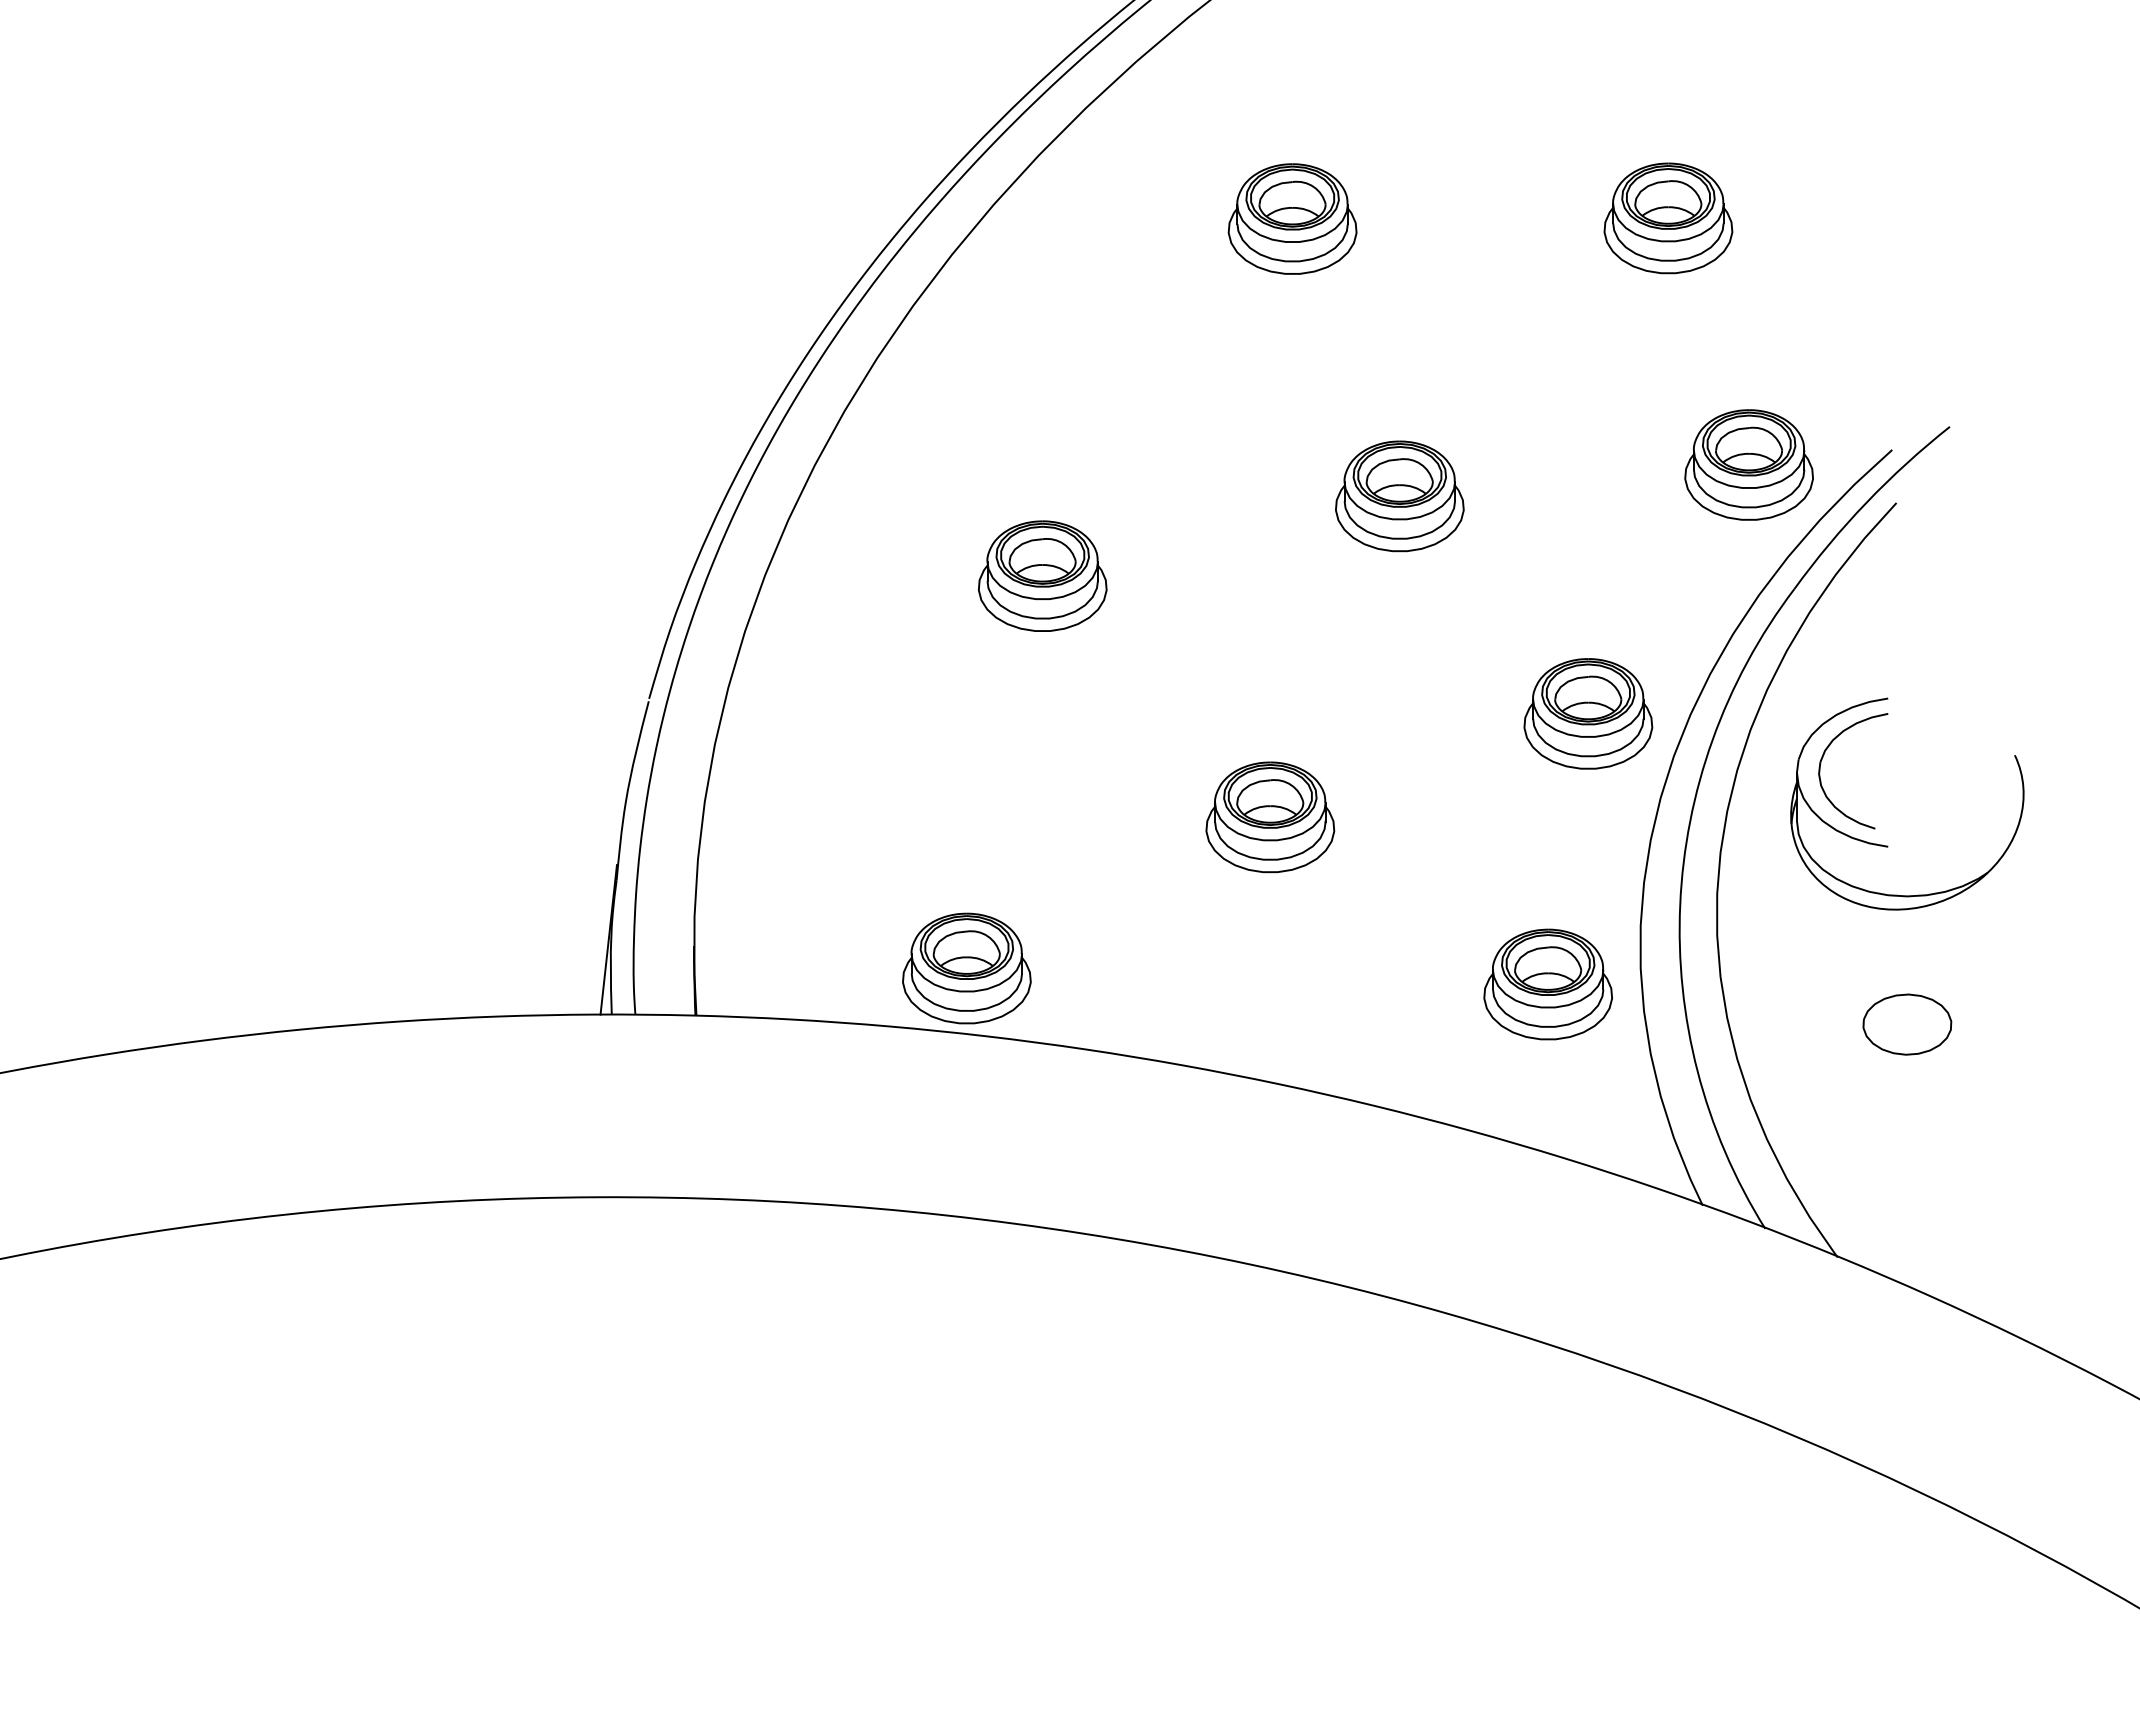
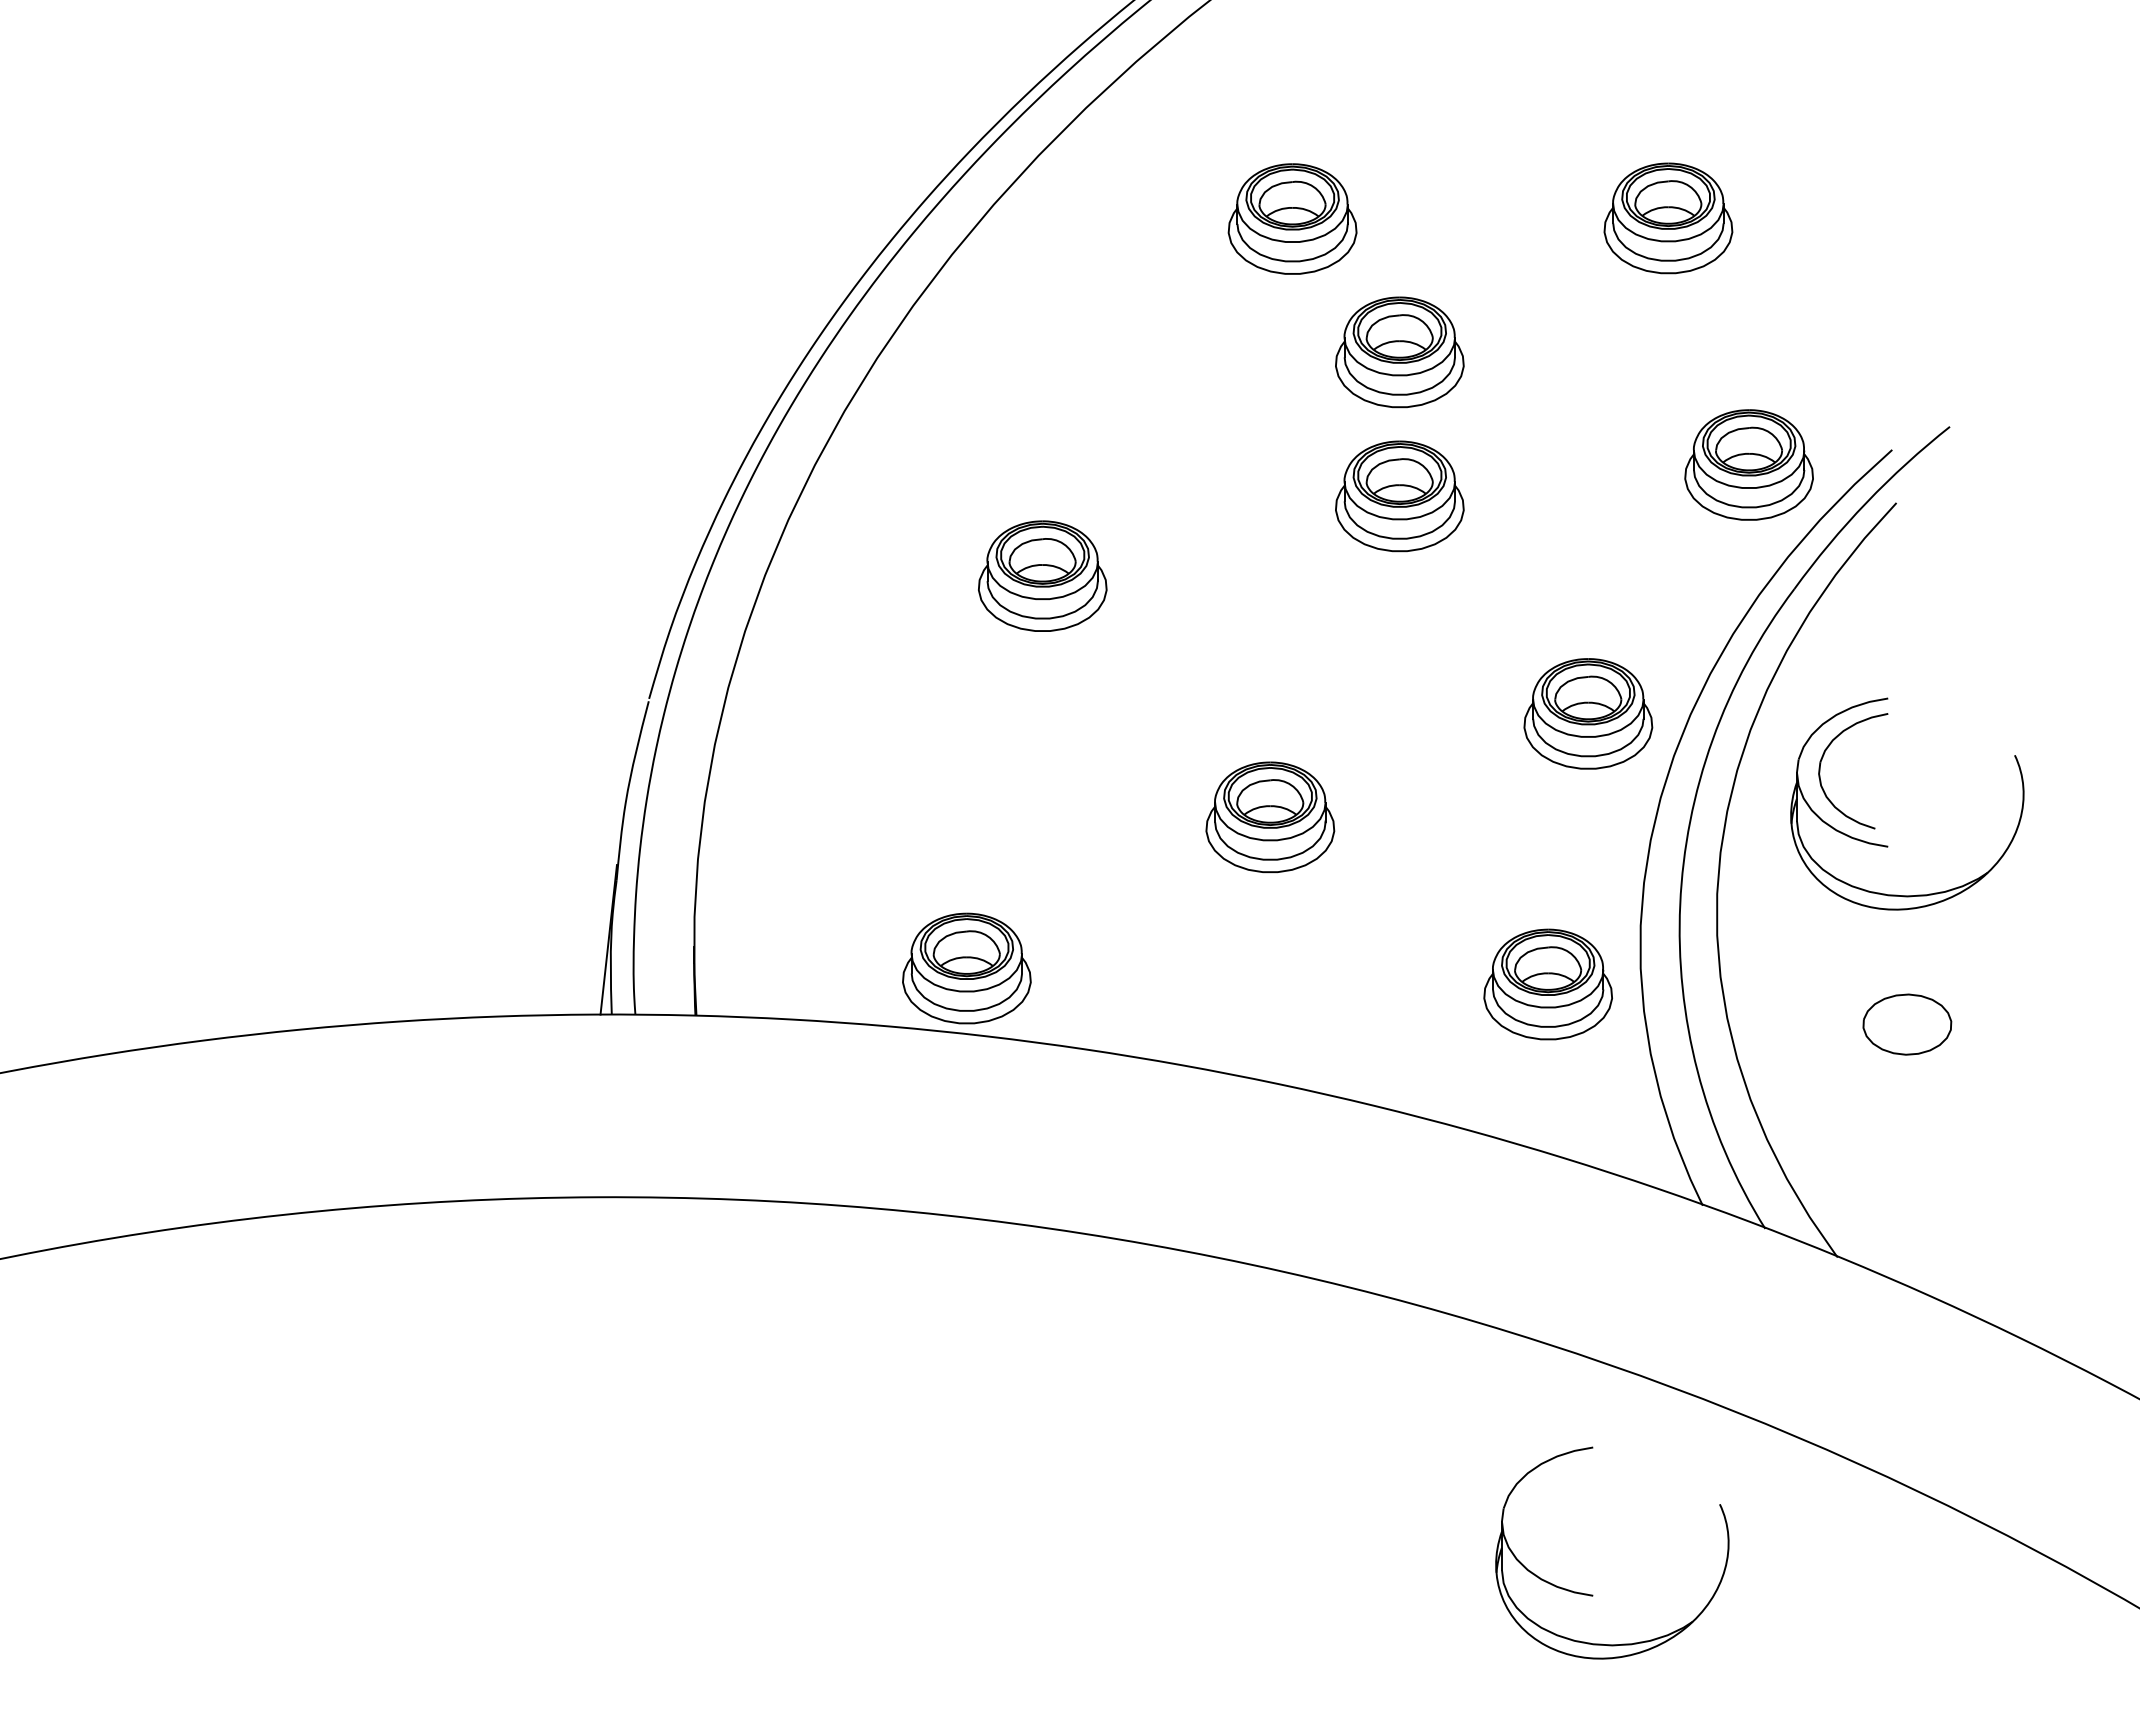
part at (1399, 352): none -> present
part at (1592, 1594): none -> present
